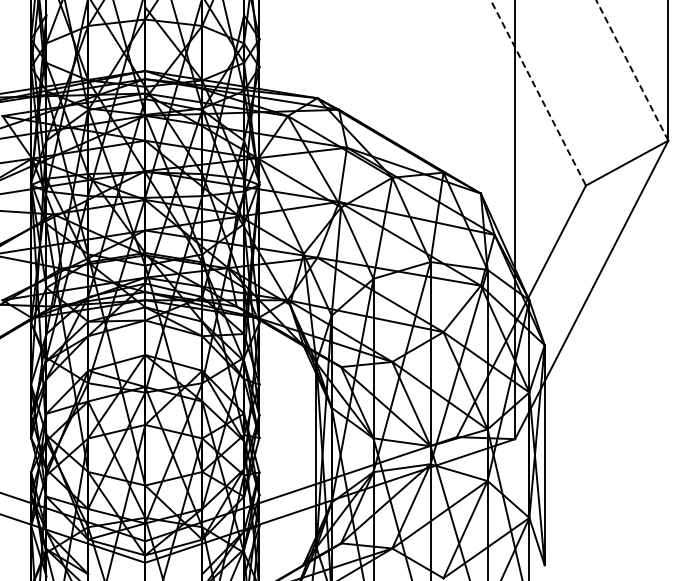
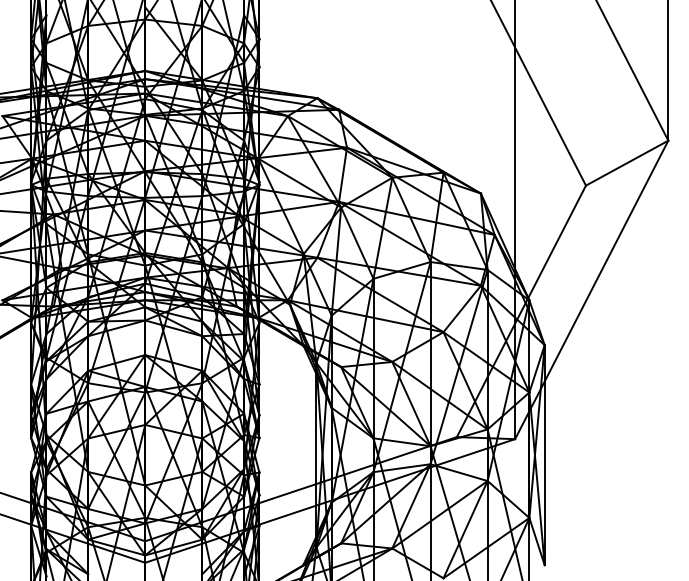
line at (632, 70): dashed -> solid
line at (538, 93): dashed -> solid
